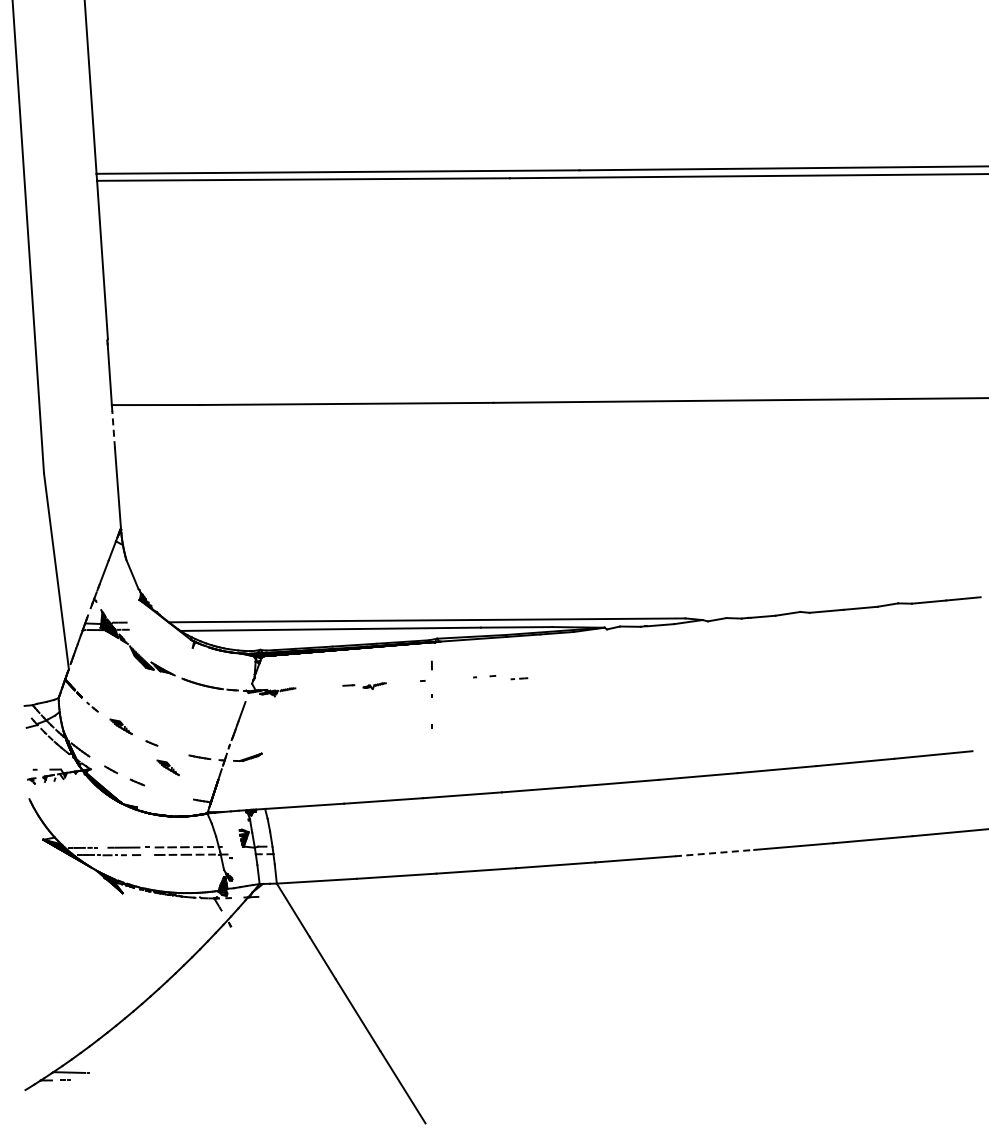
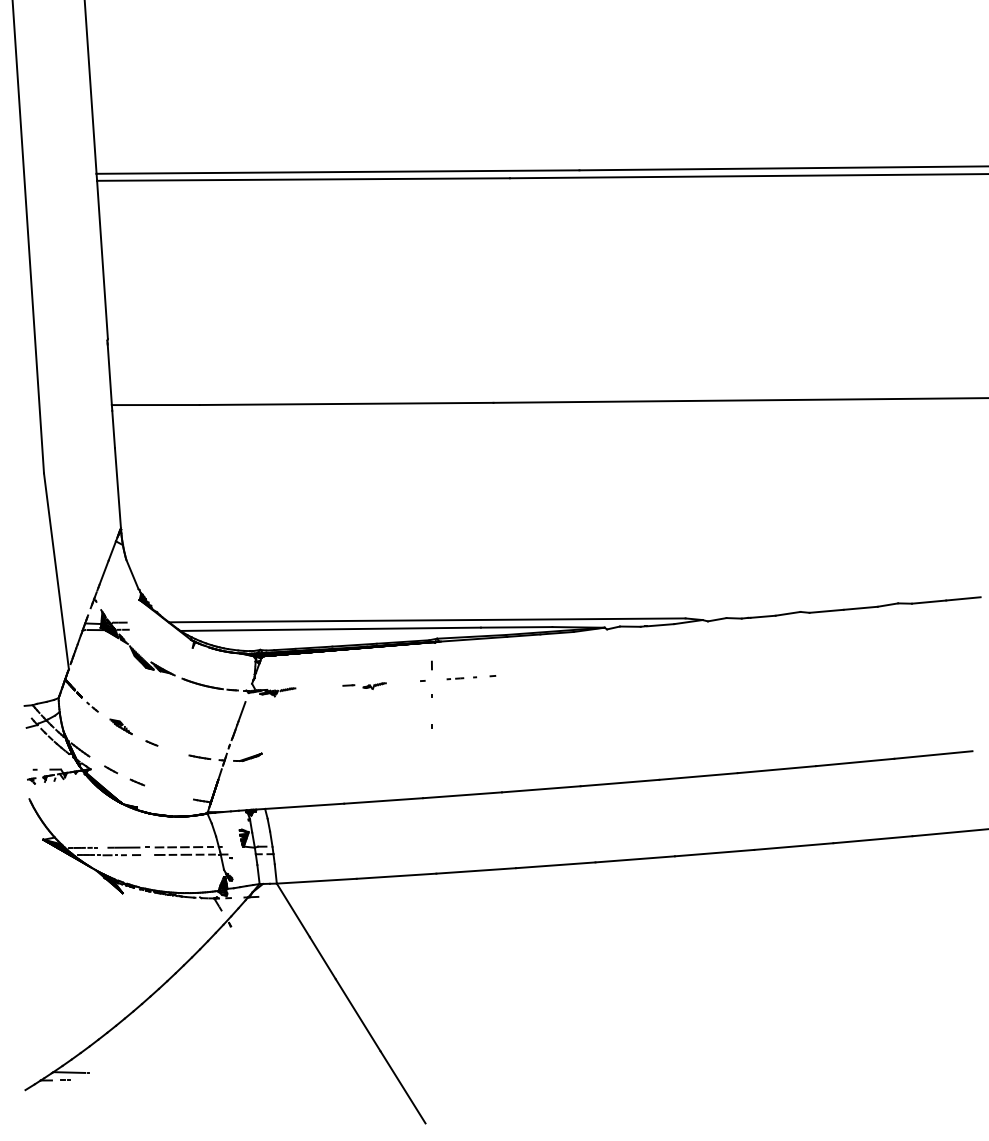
line at (113, 429): dashed -> solid
line at (519, 678) position: (519, 678) -> (455, 678)
part at (167, 767): present -> none
line at (714, 853): dashed -> solid
